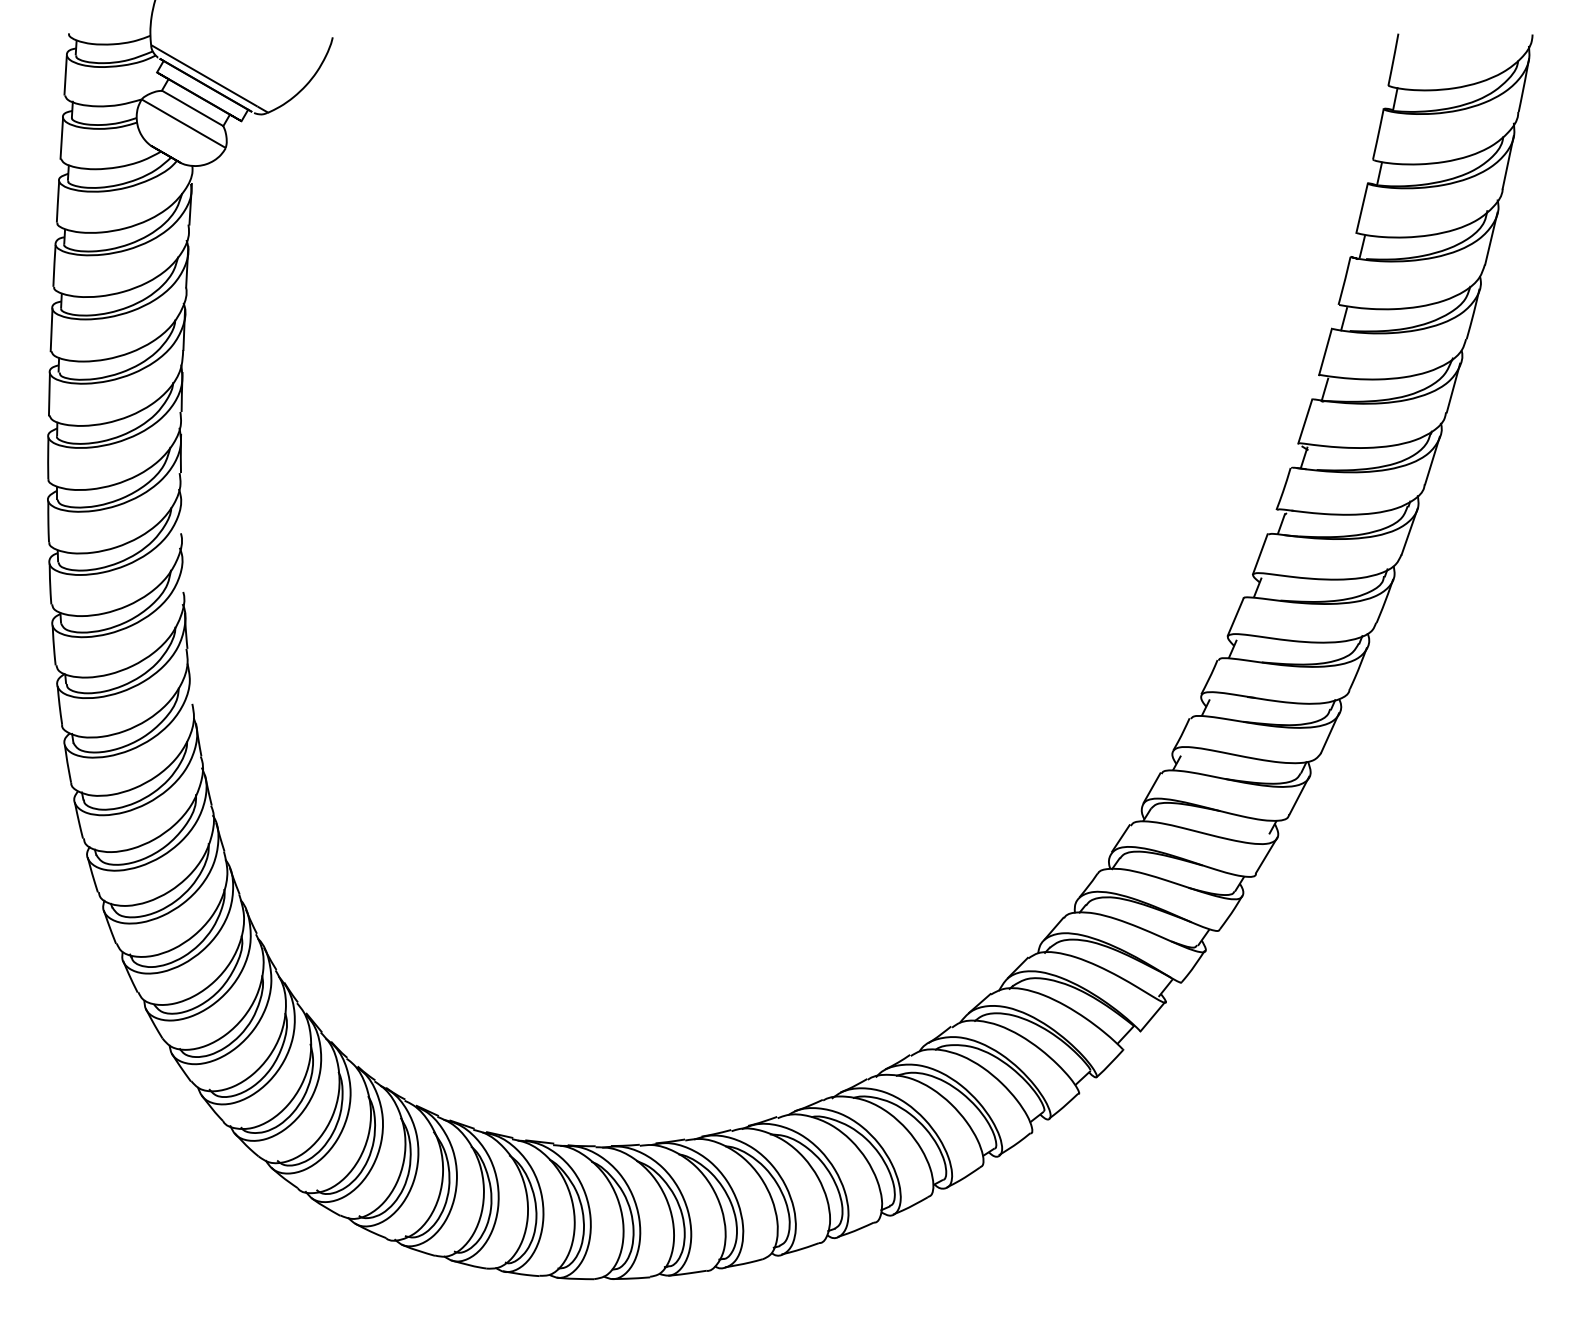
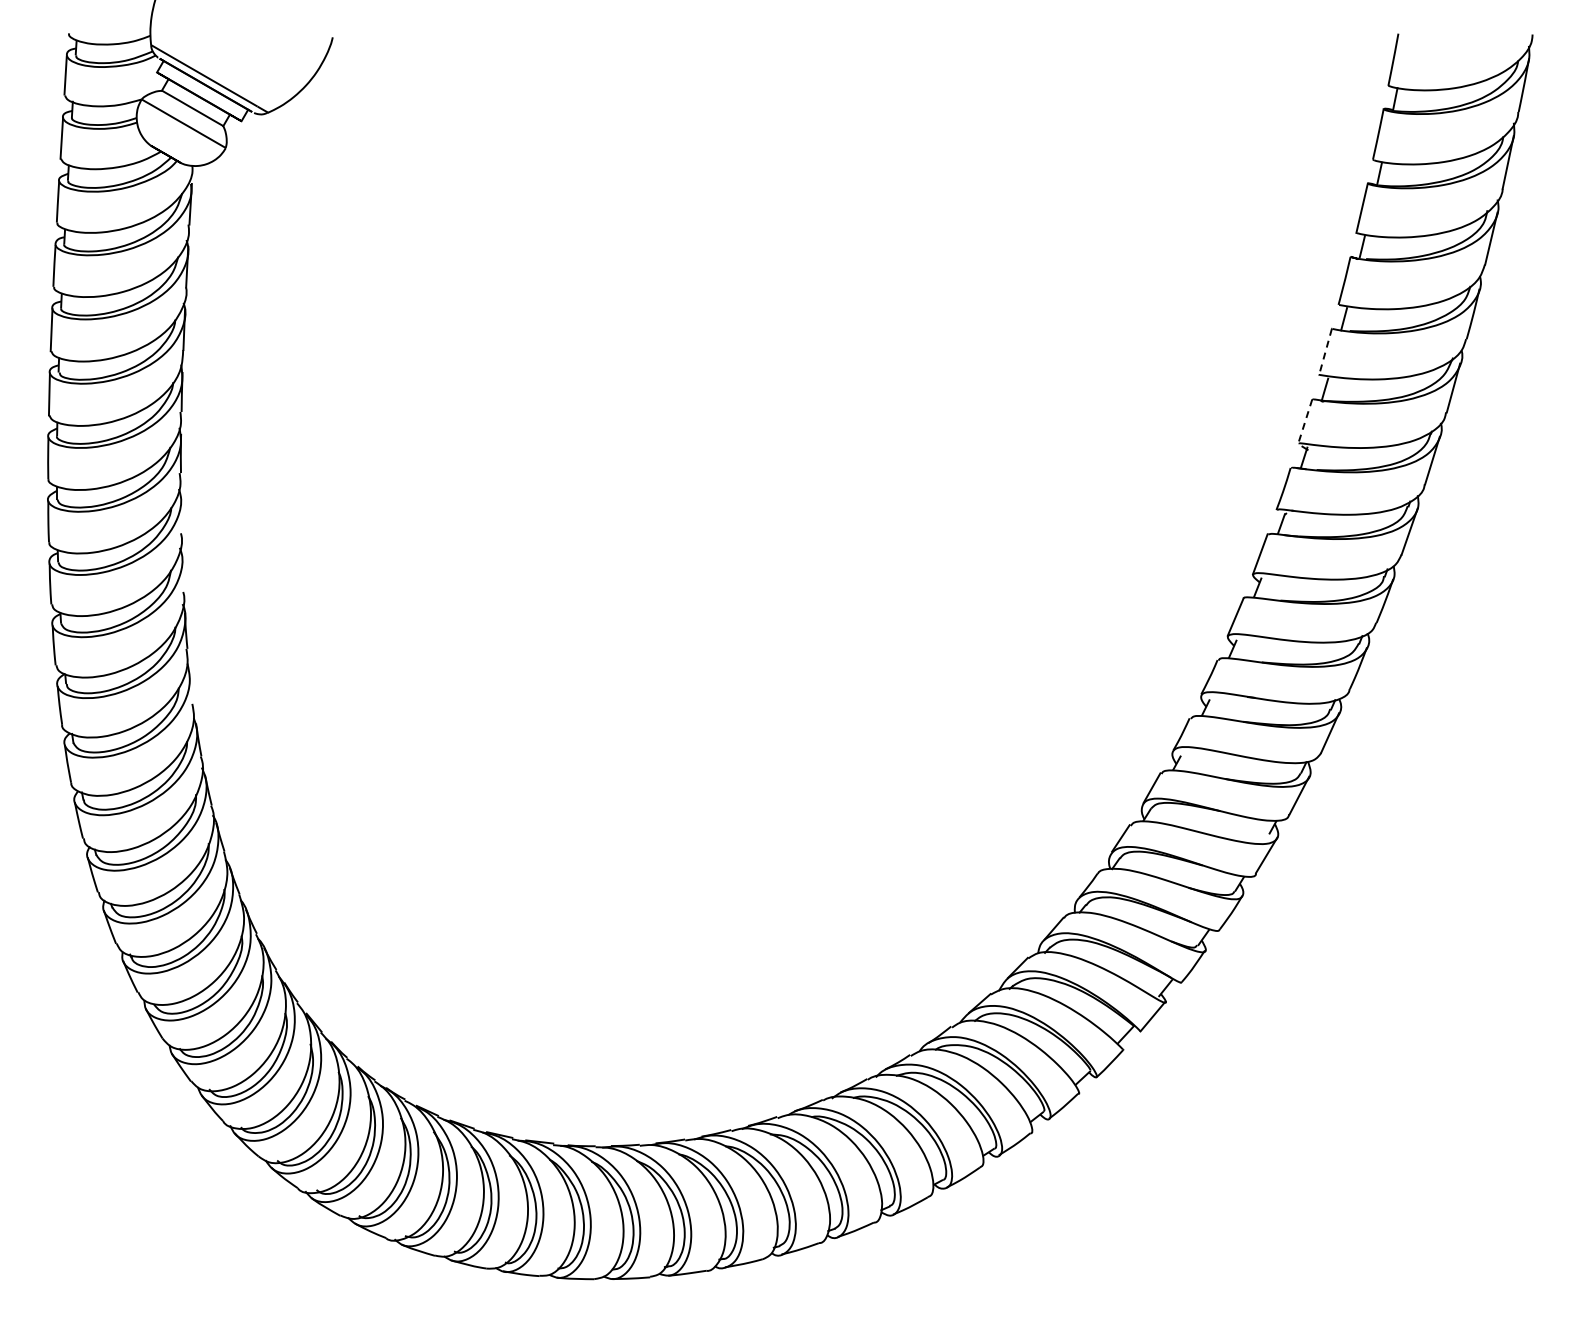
line at (1325, 352): solid -> dashed
line at (1305, 422): solid -> dashed
